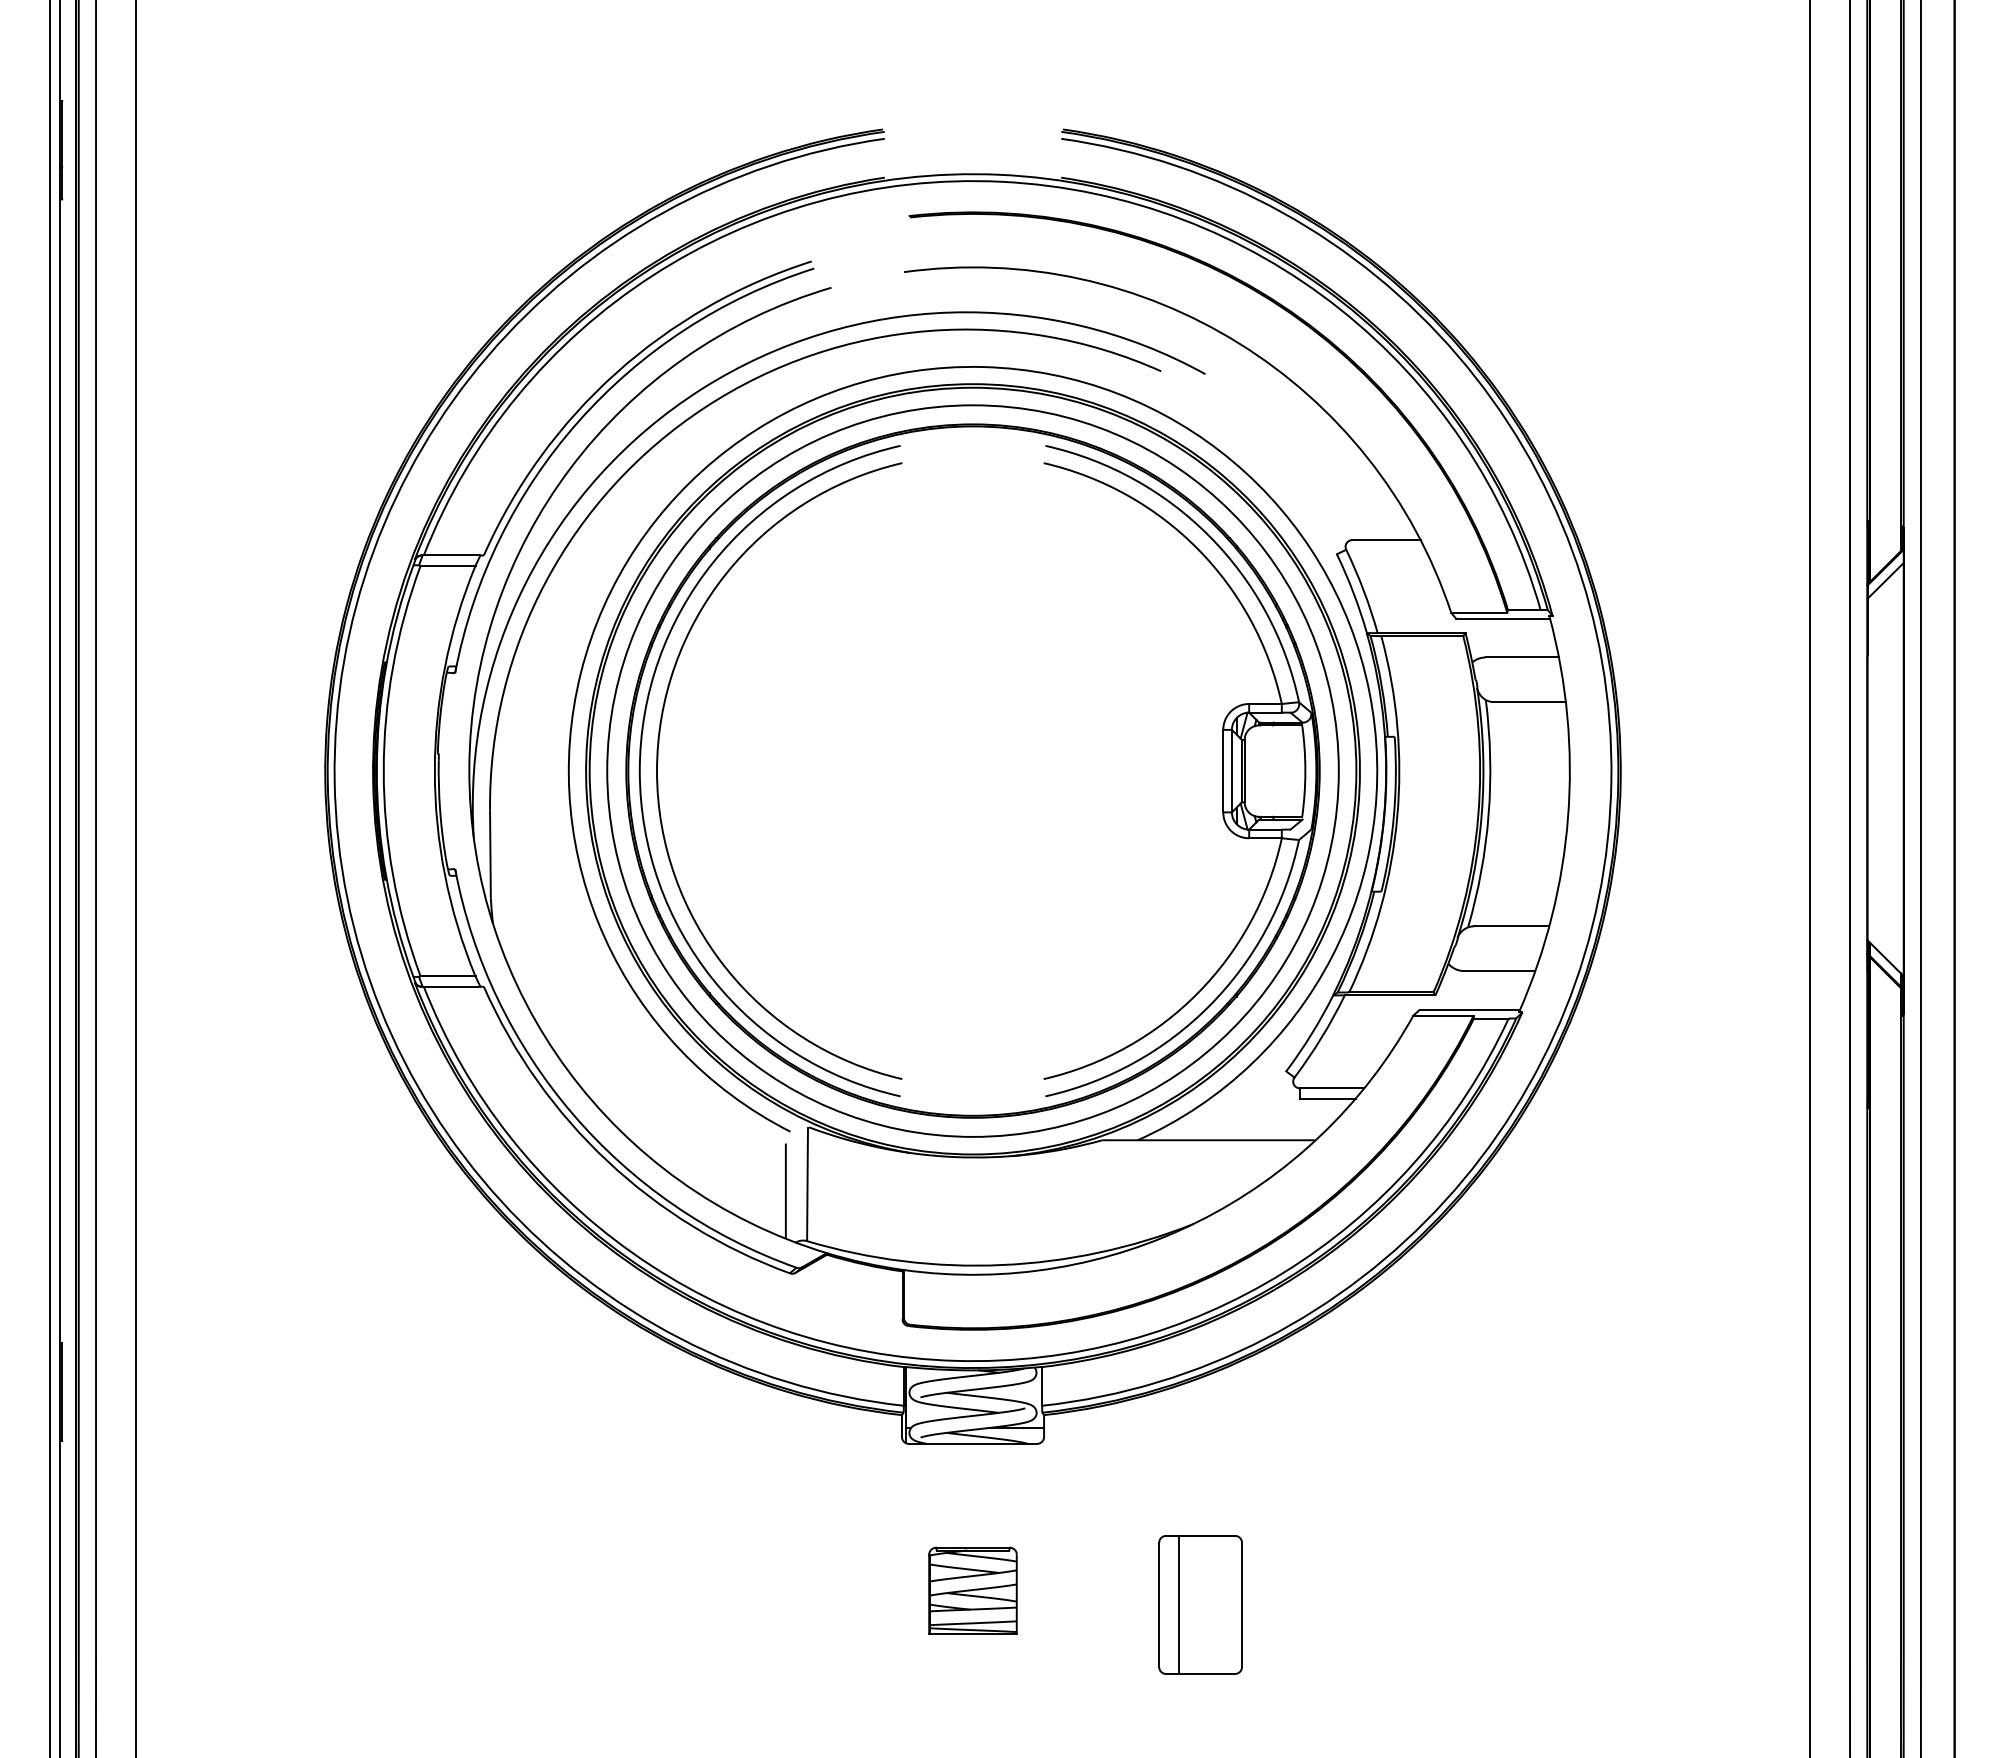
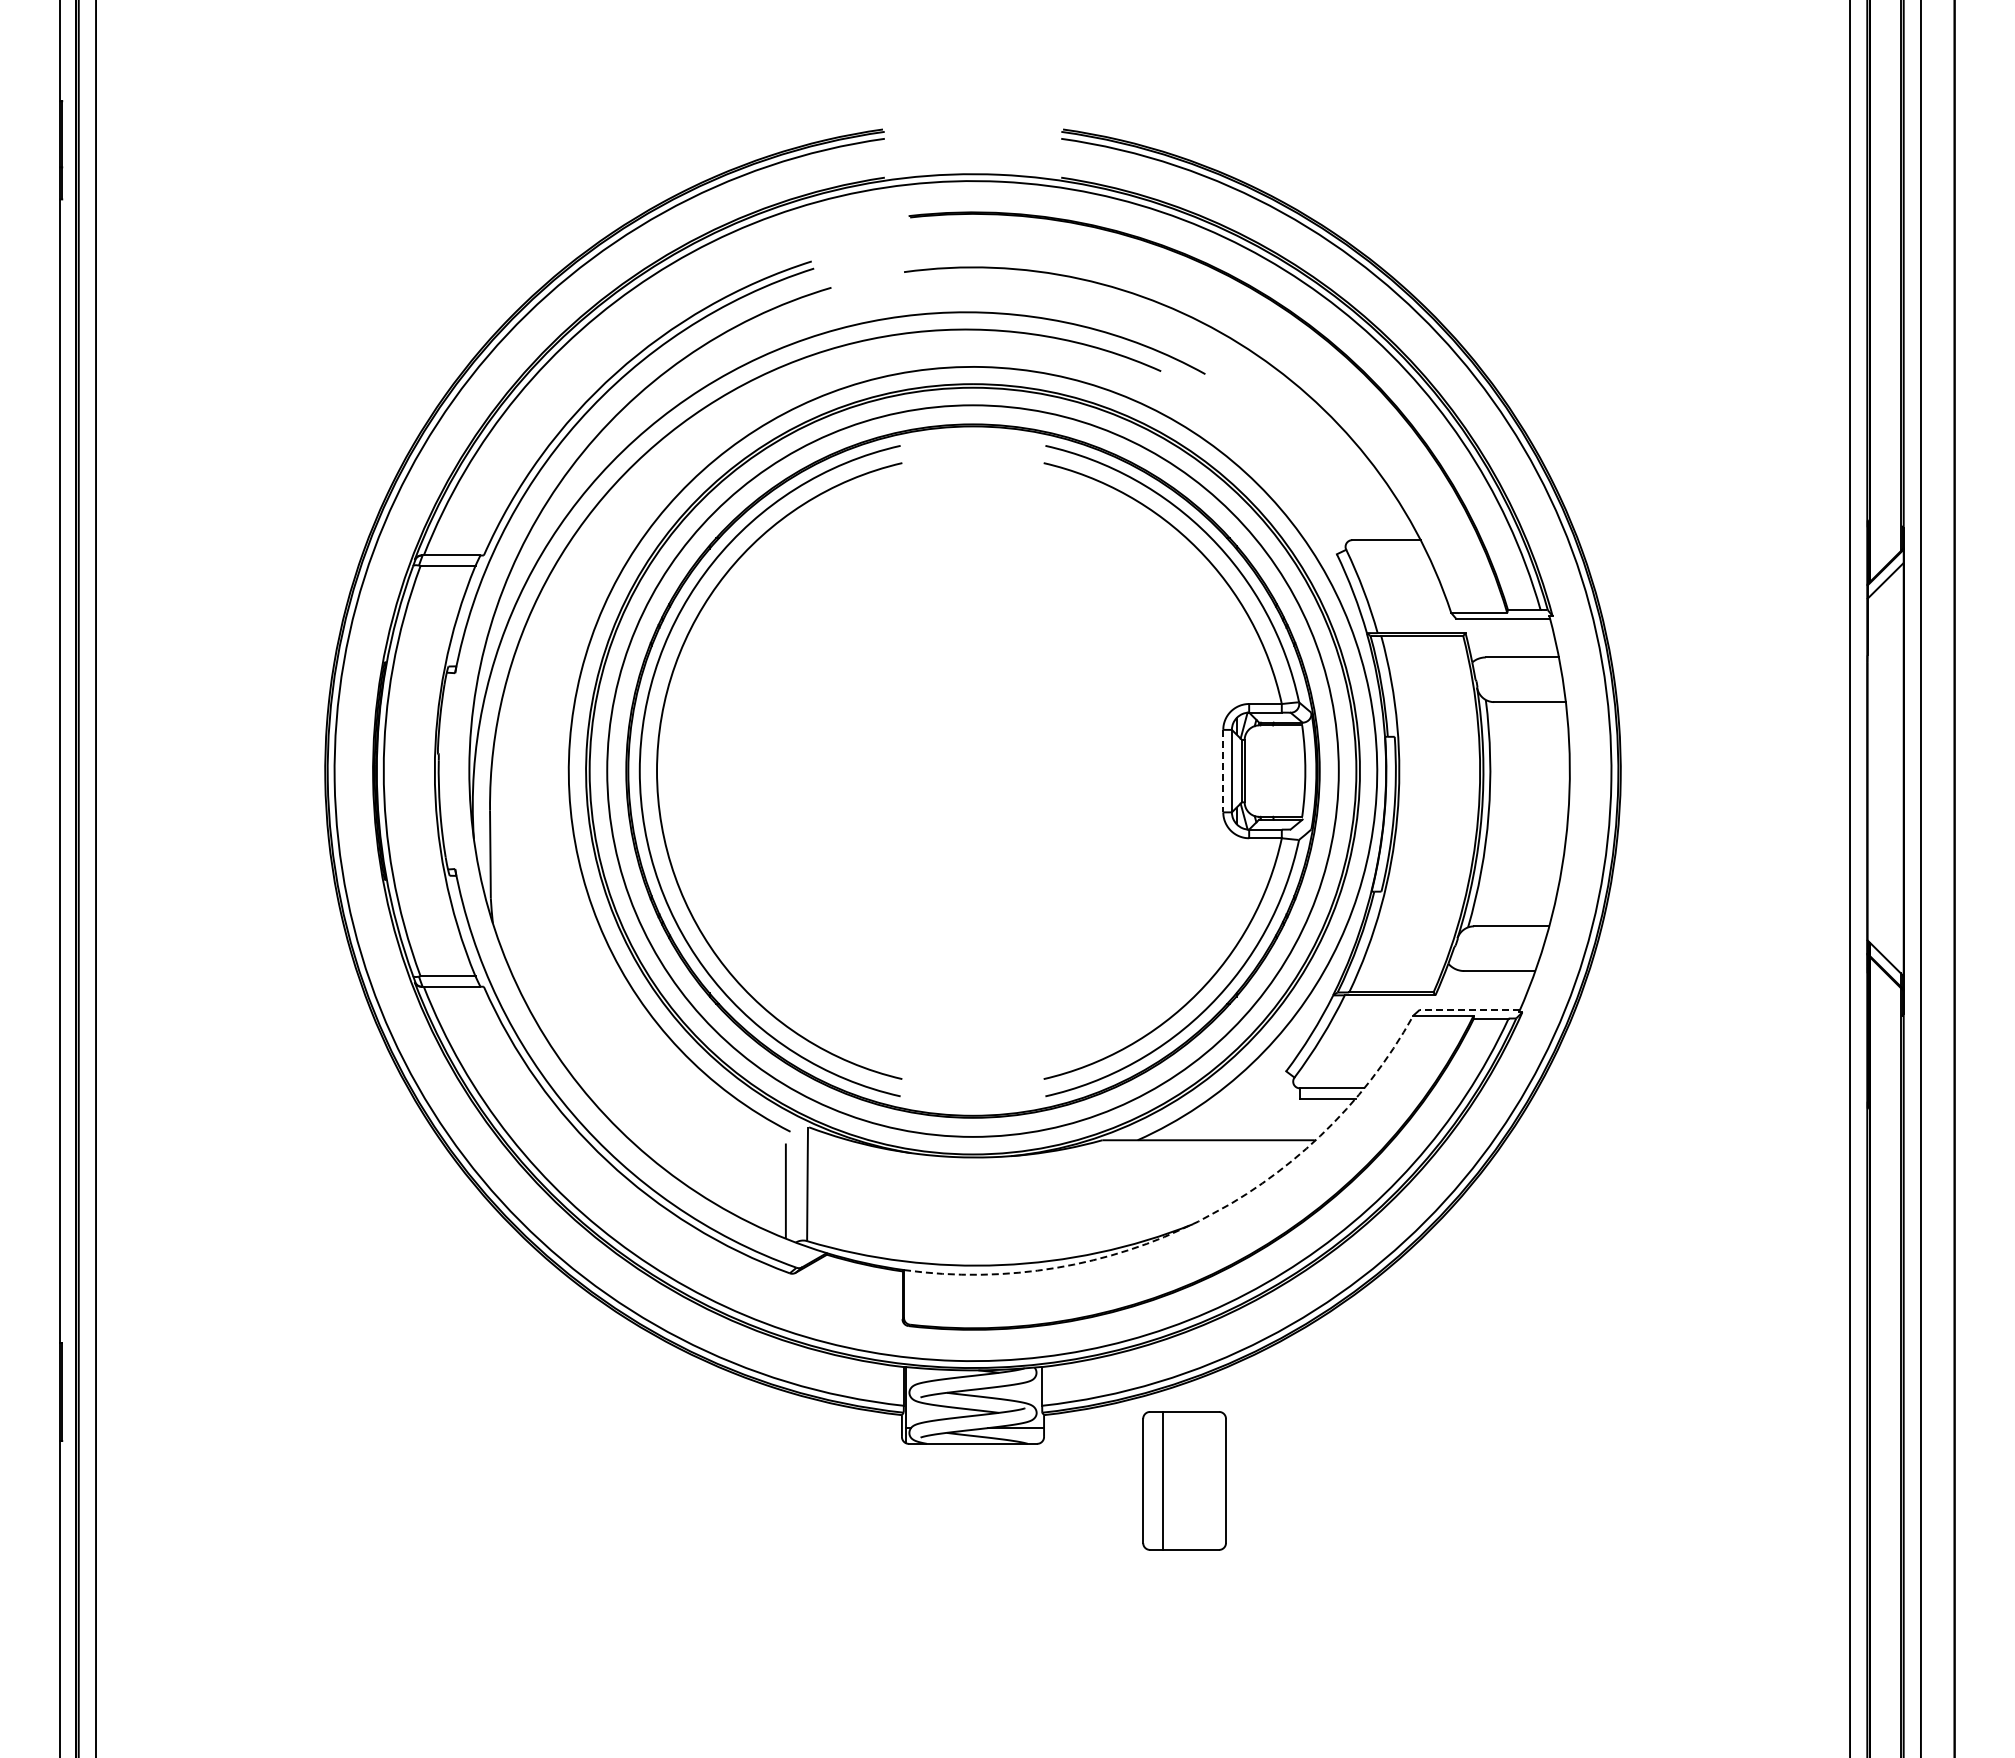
line at (1223, 771): solid -> dashed
line at (50, 878): present -> none
line at (136, 878): present -> none
line at (1809, 878): present -> none
line at (1469, 1009): solid -> dashed
arc at (1198, 1221): solid -> dashed
part at (972, 1590): present -> none
part at (1200, 1604) position: (1200, 1604) -> (1184, 1480)
